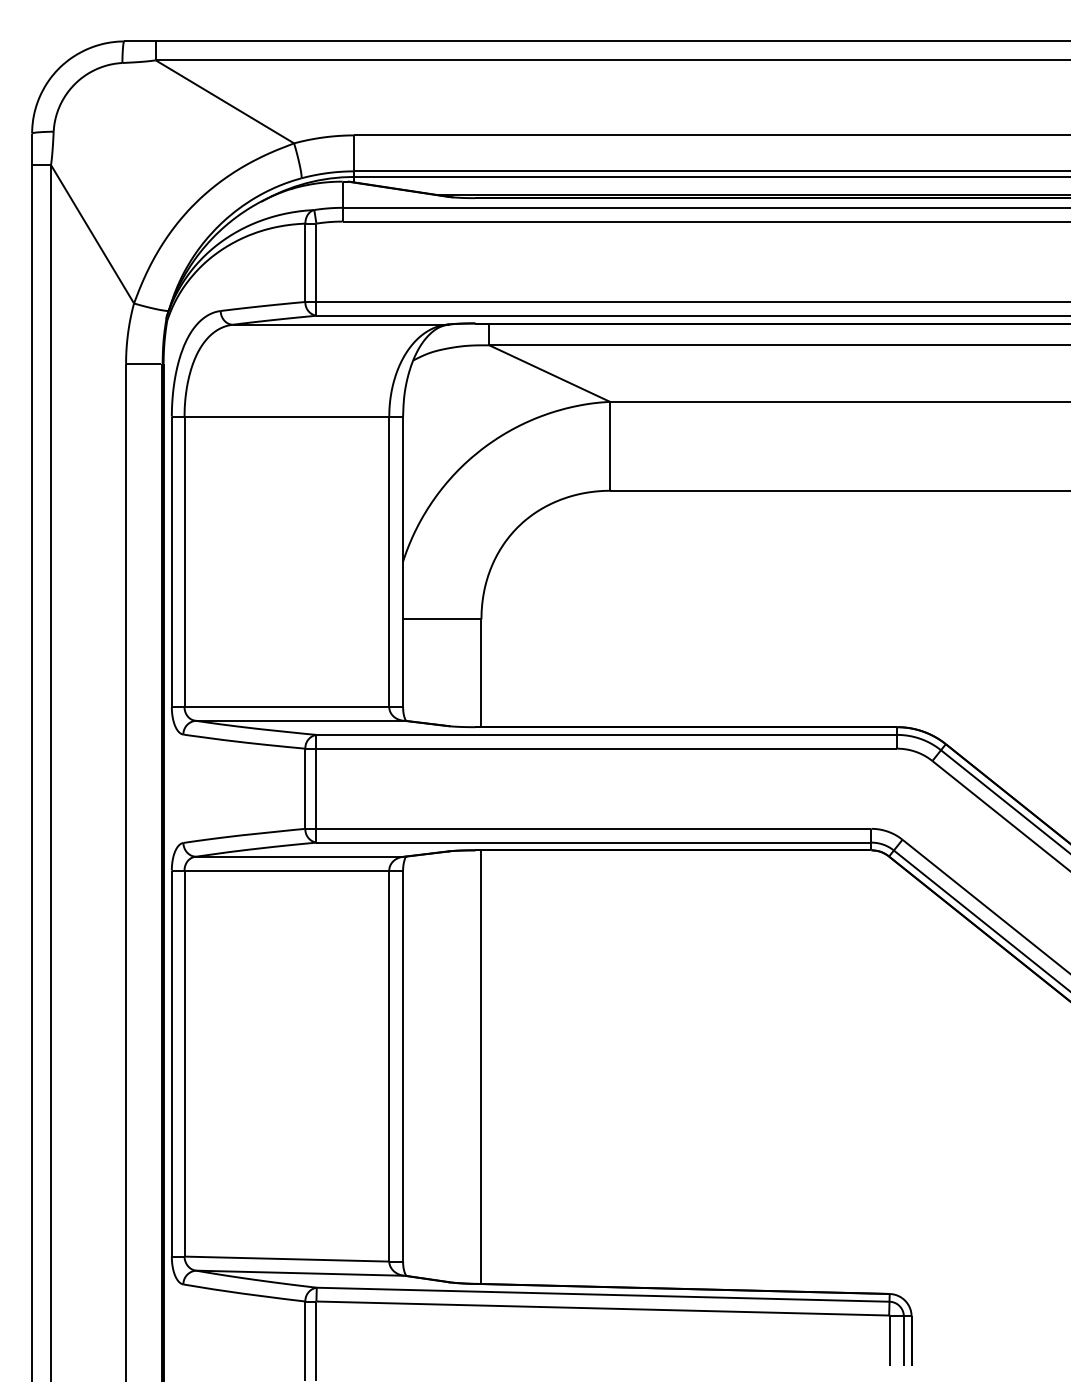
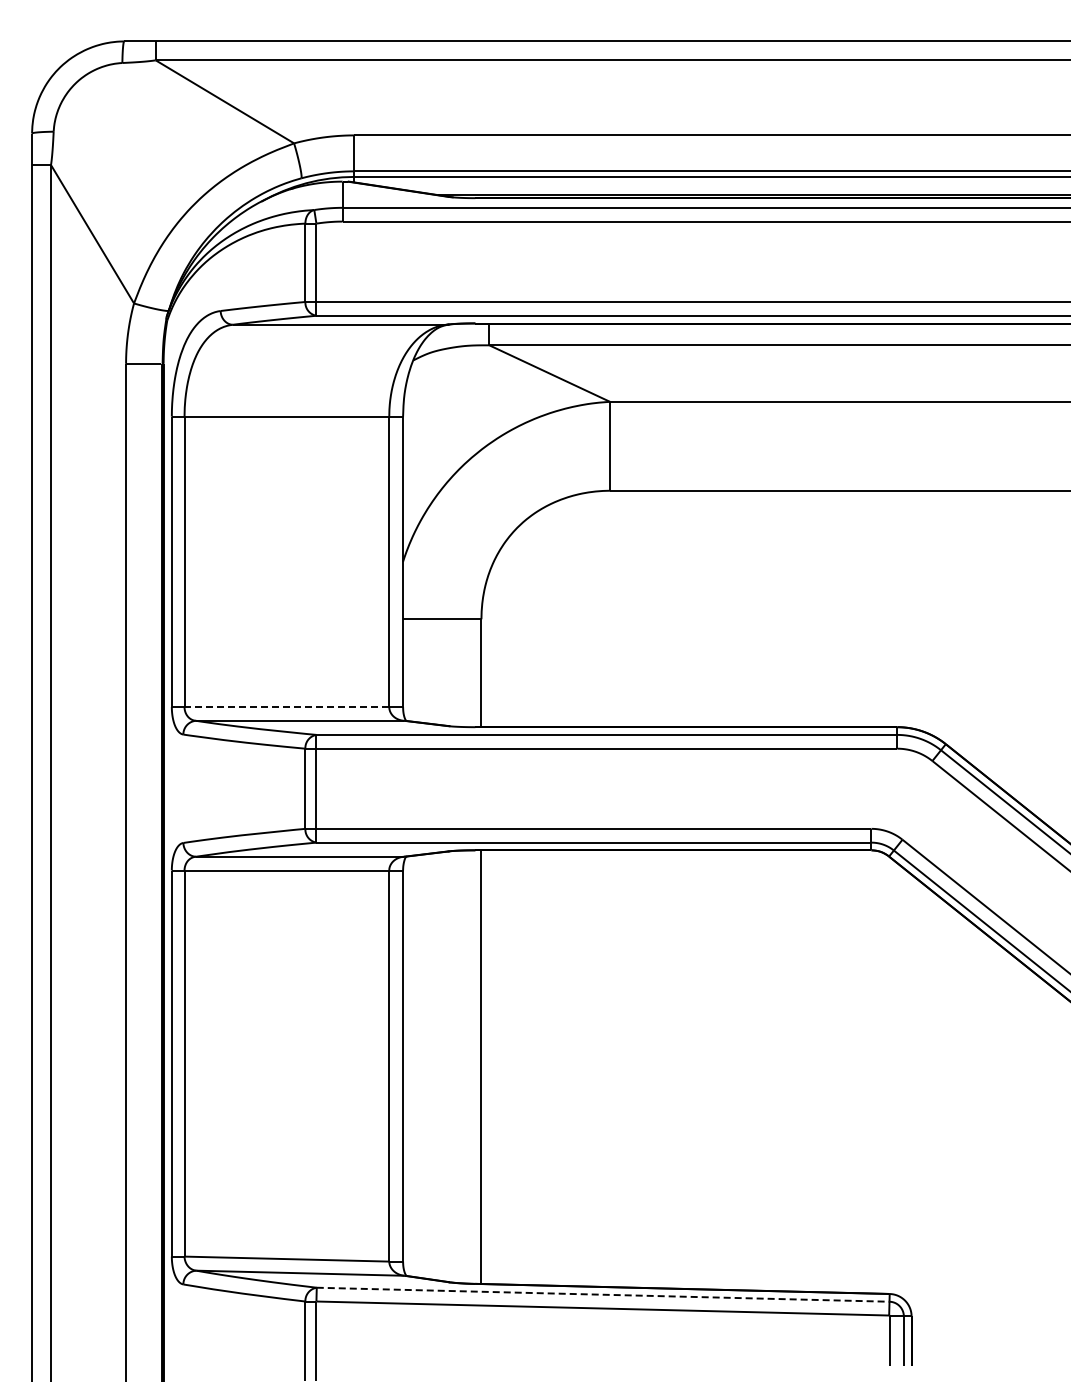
line at (286, 707): solid -> dashed
line at (603, 1294): solid -> dashed
